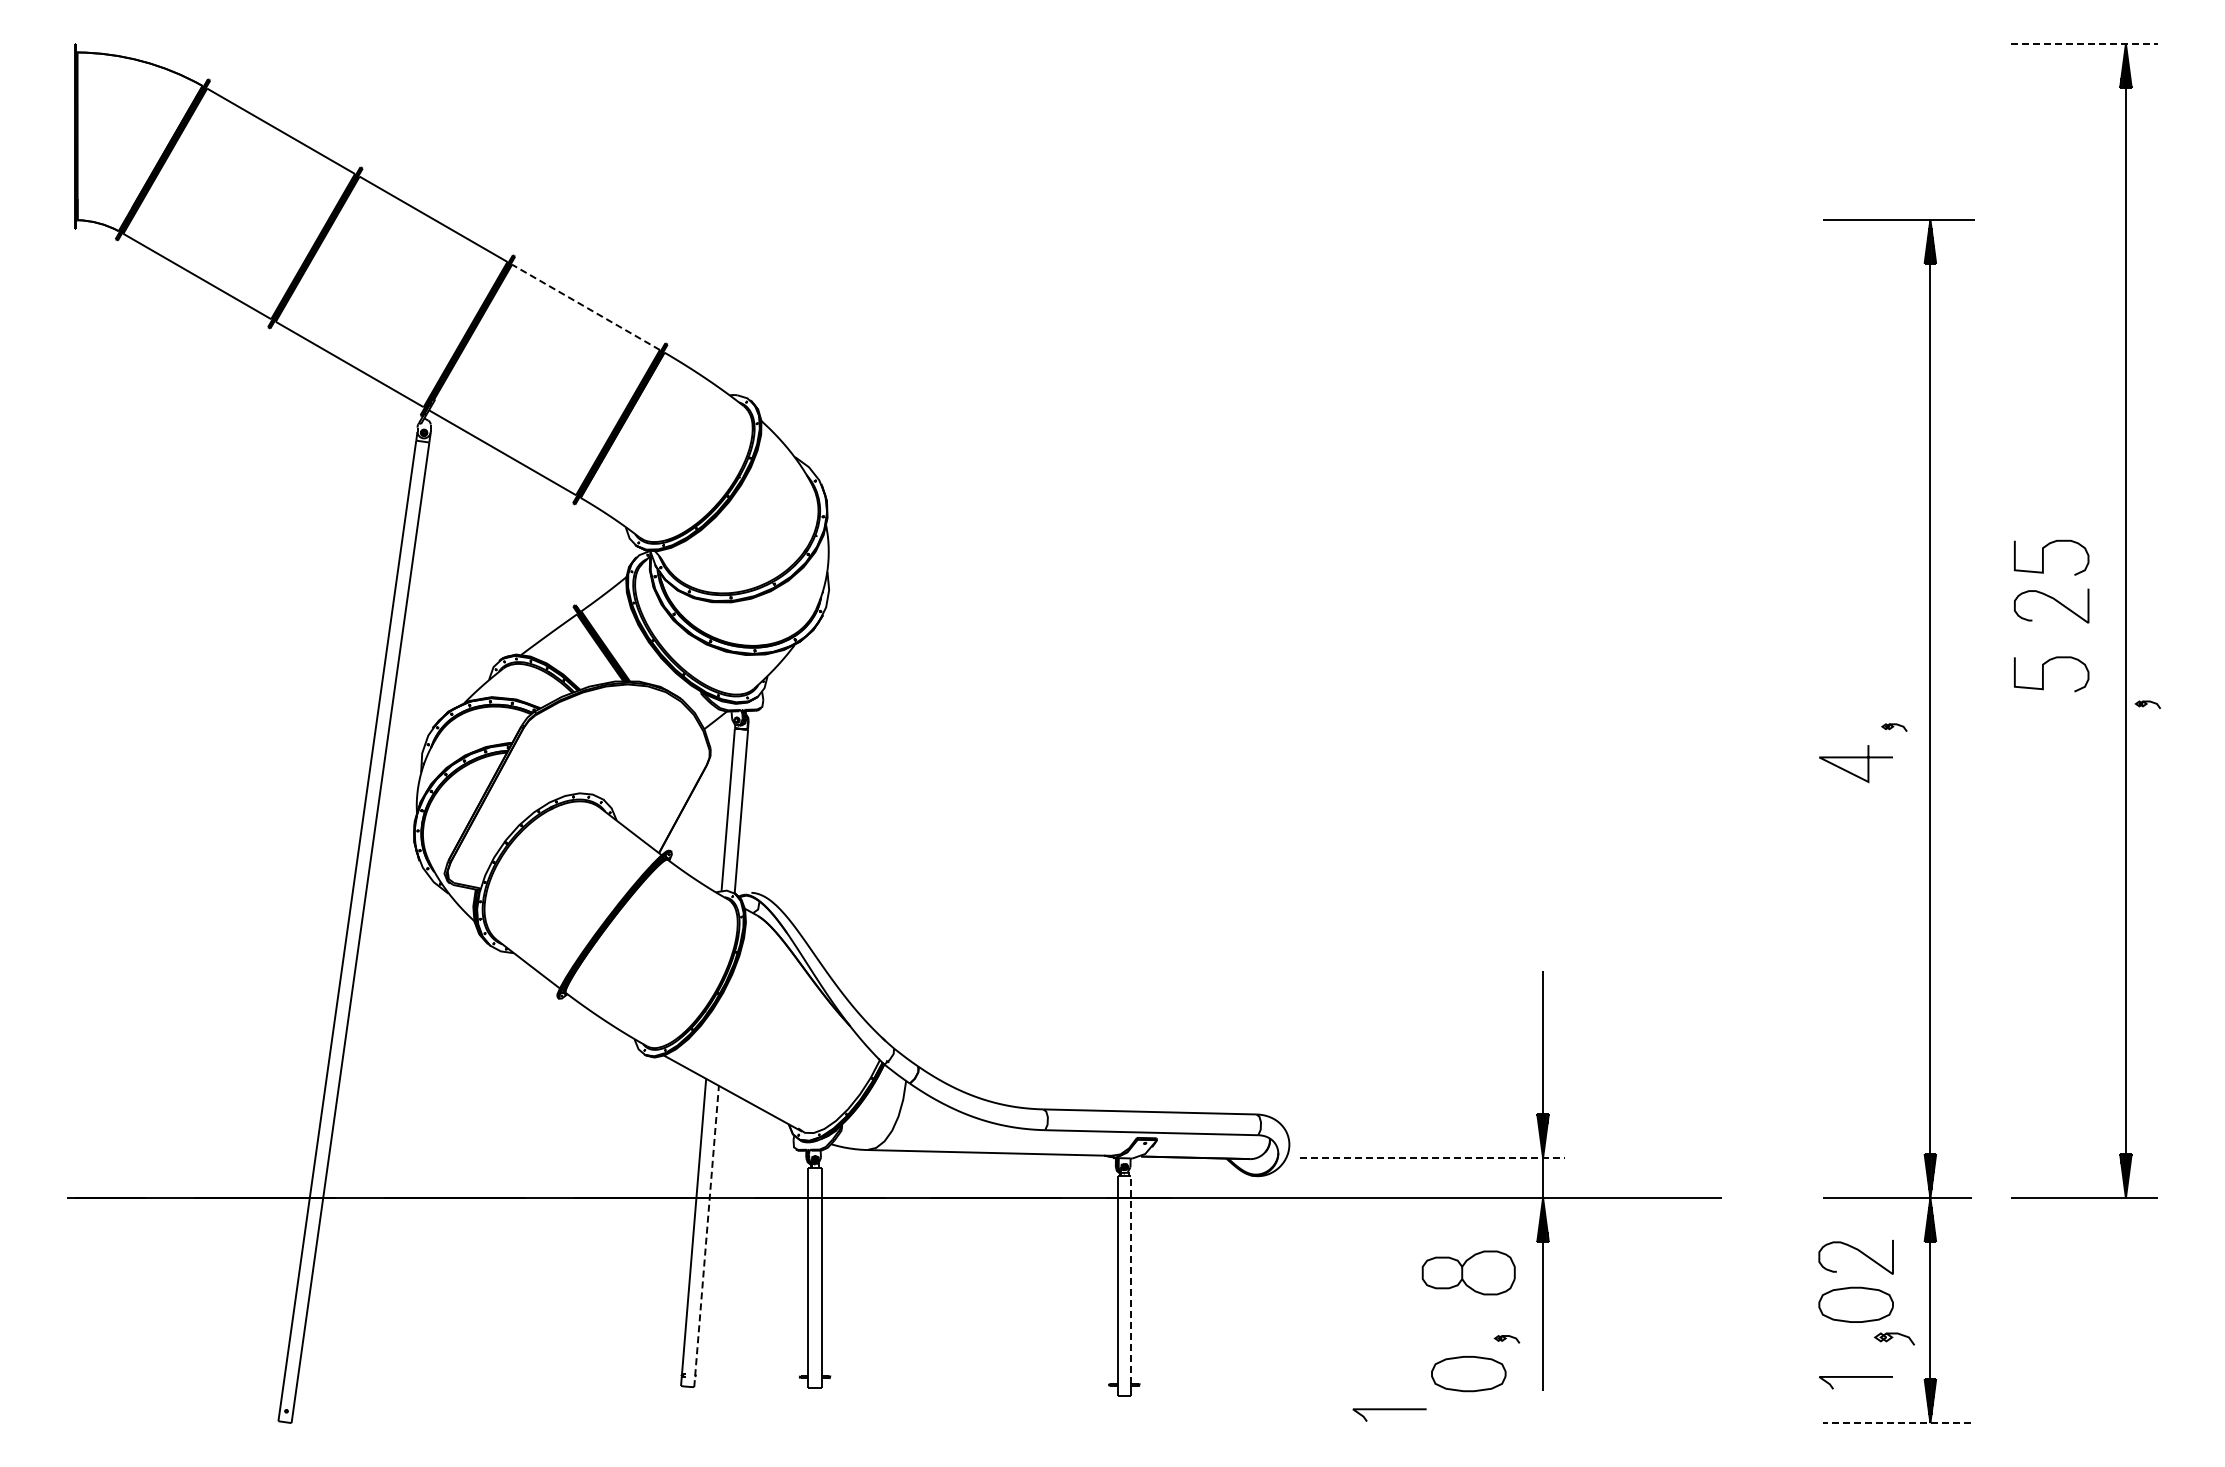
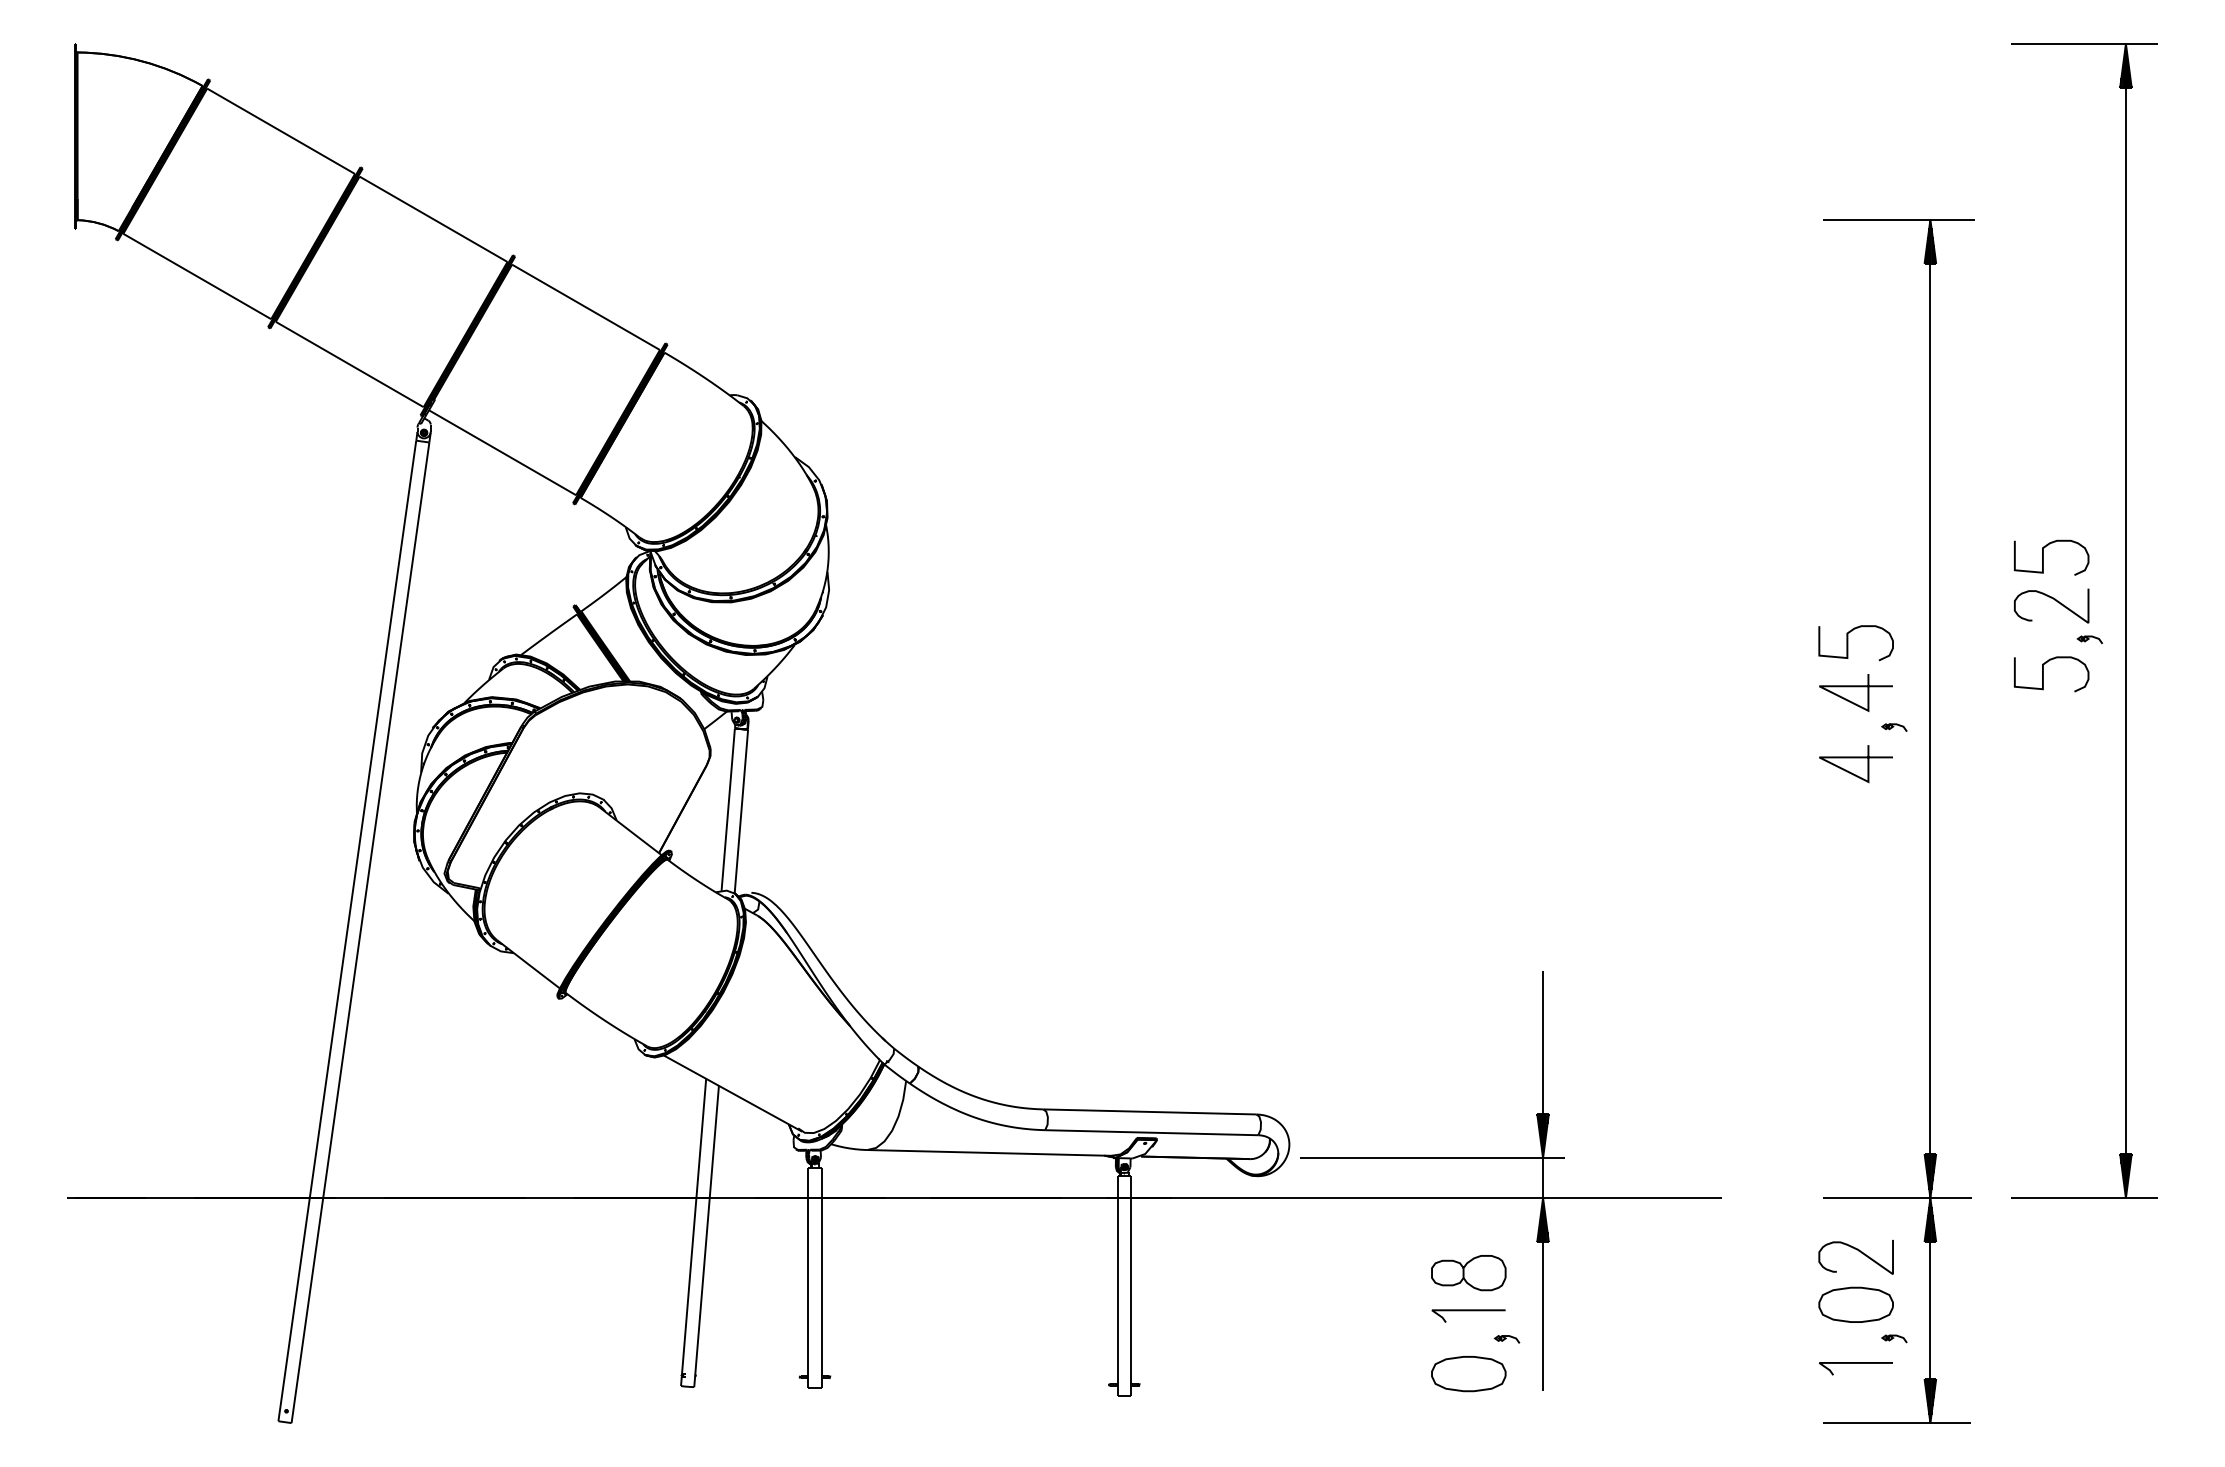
line at (2084, 43): dashed -> solid
line at (585, 307): dashed -> solid
curve at (1848, 643): none -> present
line at (1855, 687): none -> present
part at (2147, 704) position: (2147, 704) -> (2089, 639)
line at (1432, 1158): dashed -> solid
line at (706, 1235): dashed -> solid
part at (1468, 1272) size: 95x46 px -> 76x37 px
line at (1130, 1279): dashed -> solid
part at (1893, 1338) size: 42x14 px -> 27x10 px
line at (1855, 1377) position: (1855, 1377) -> (1855, 1363)
line at (1389, 1410) position: (1389, 1410) -> (1468, 1311)
line at (1896, 1423): dashed -> solid
